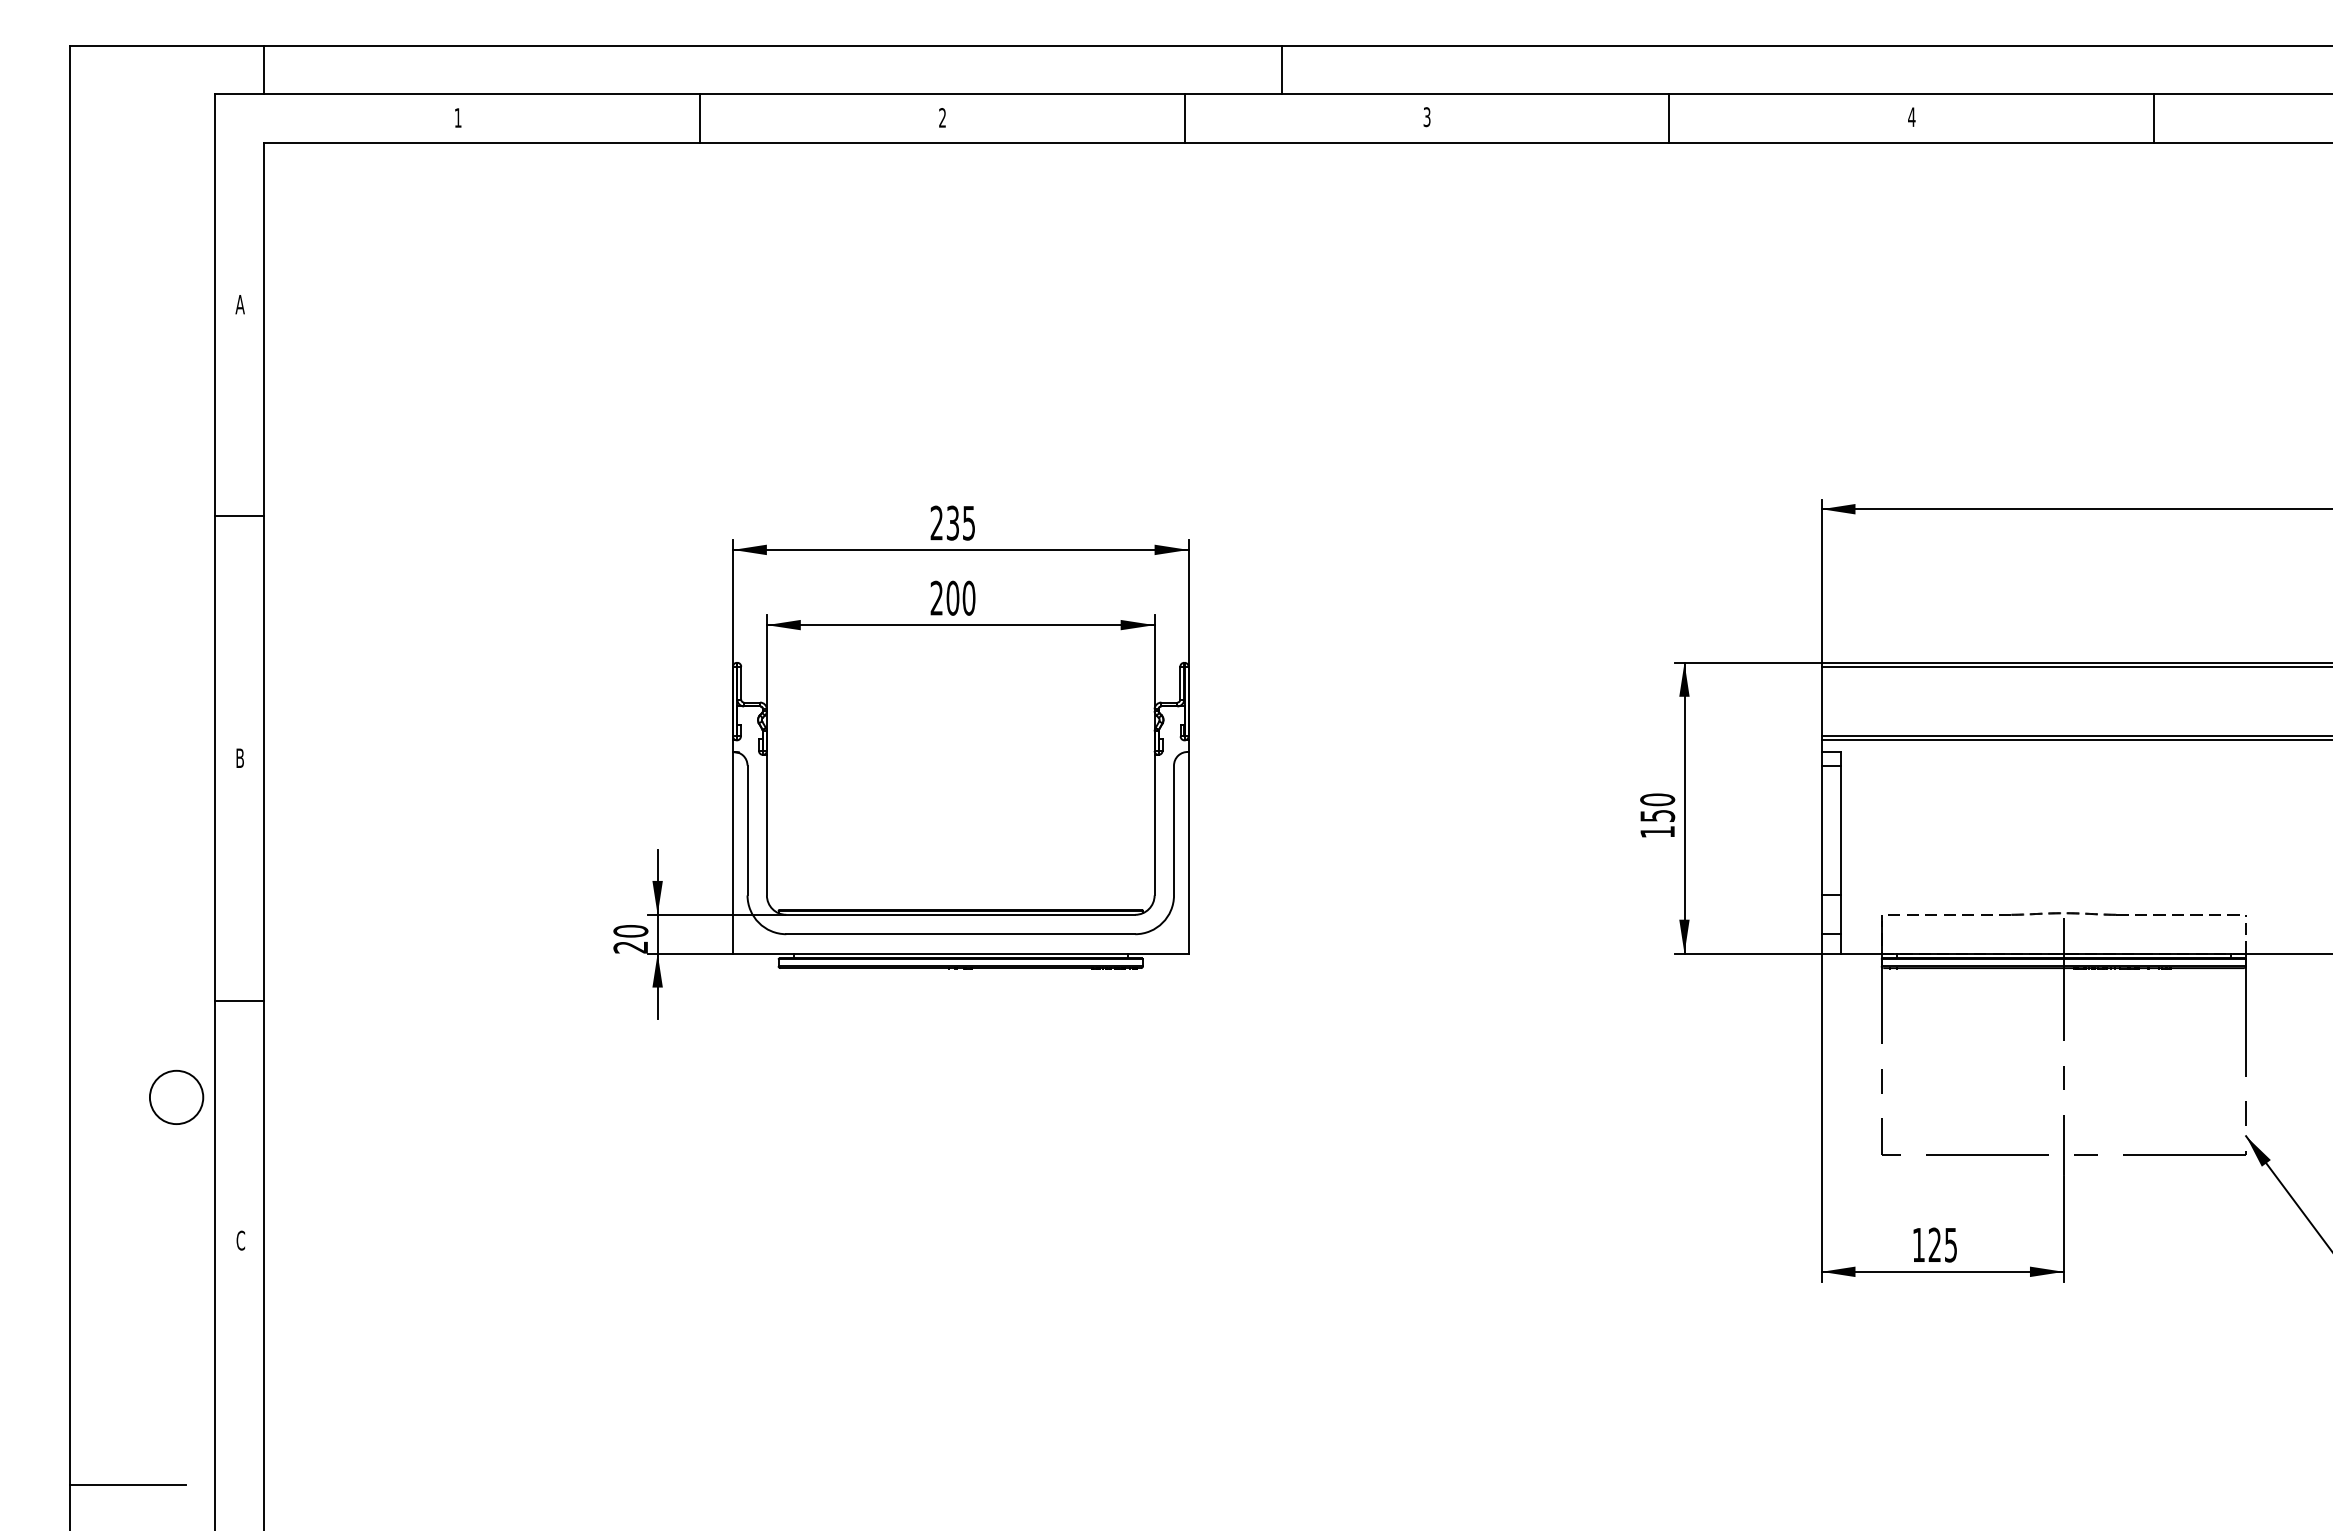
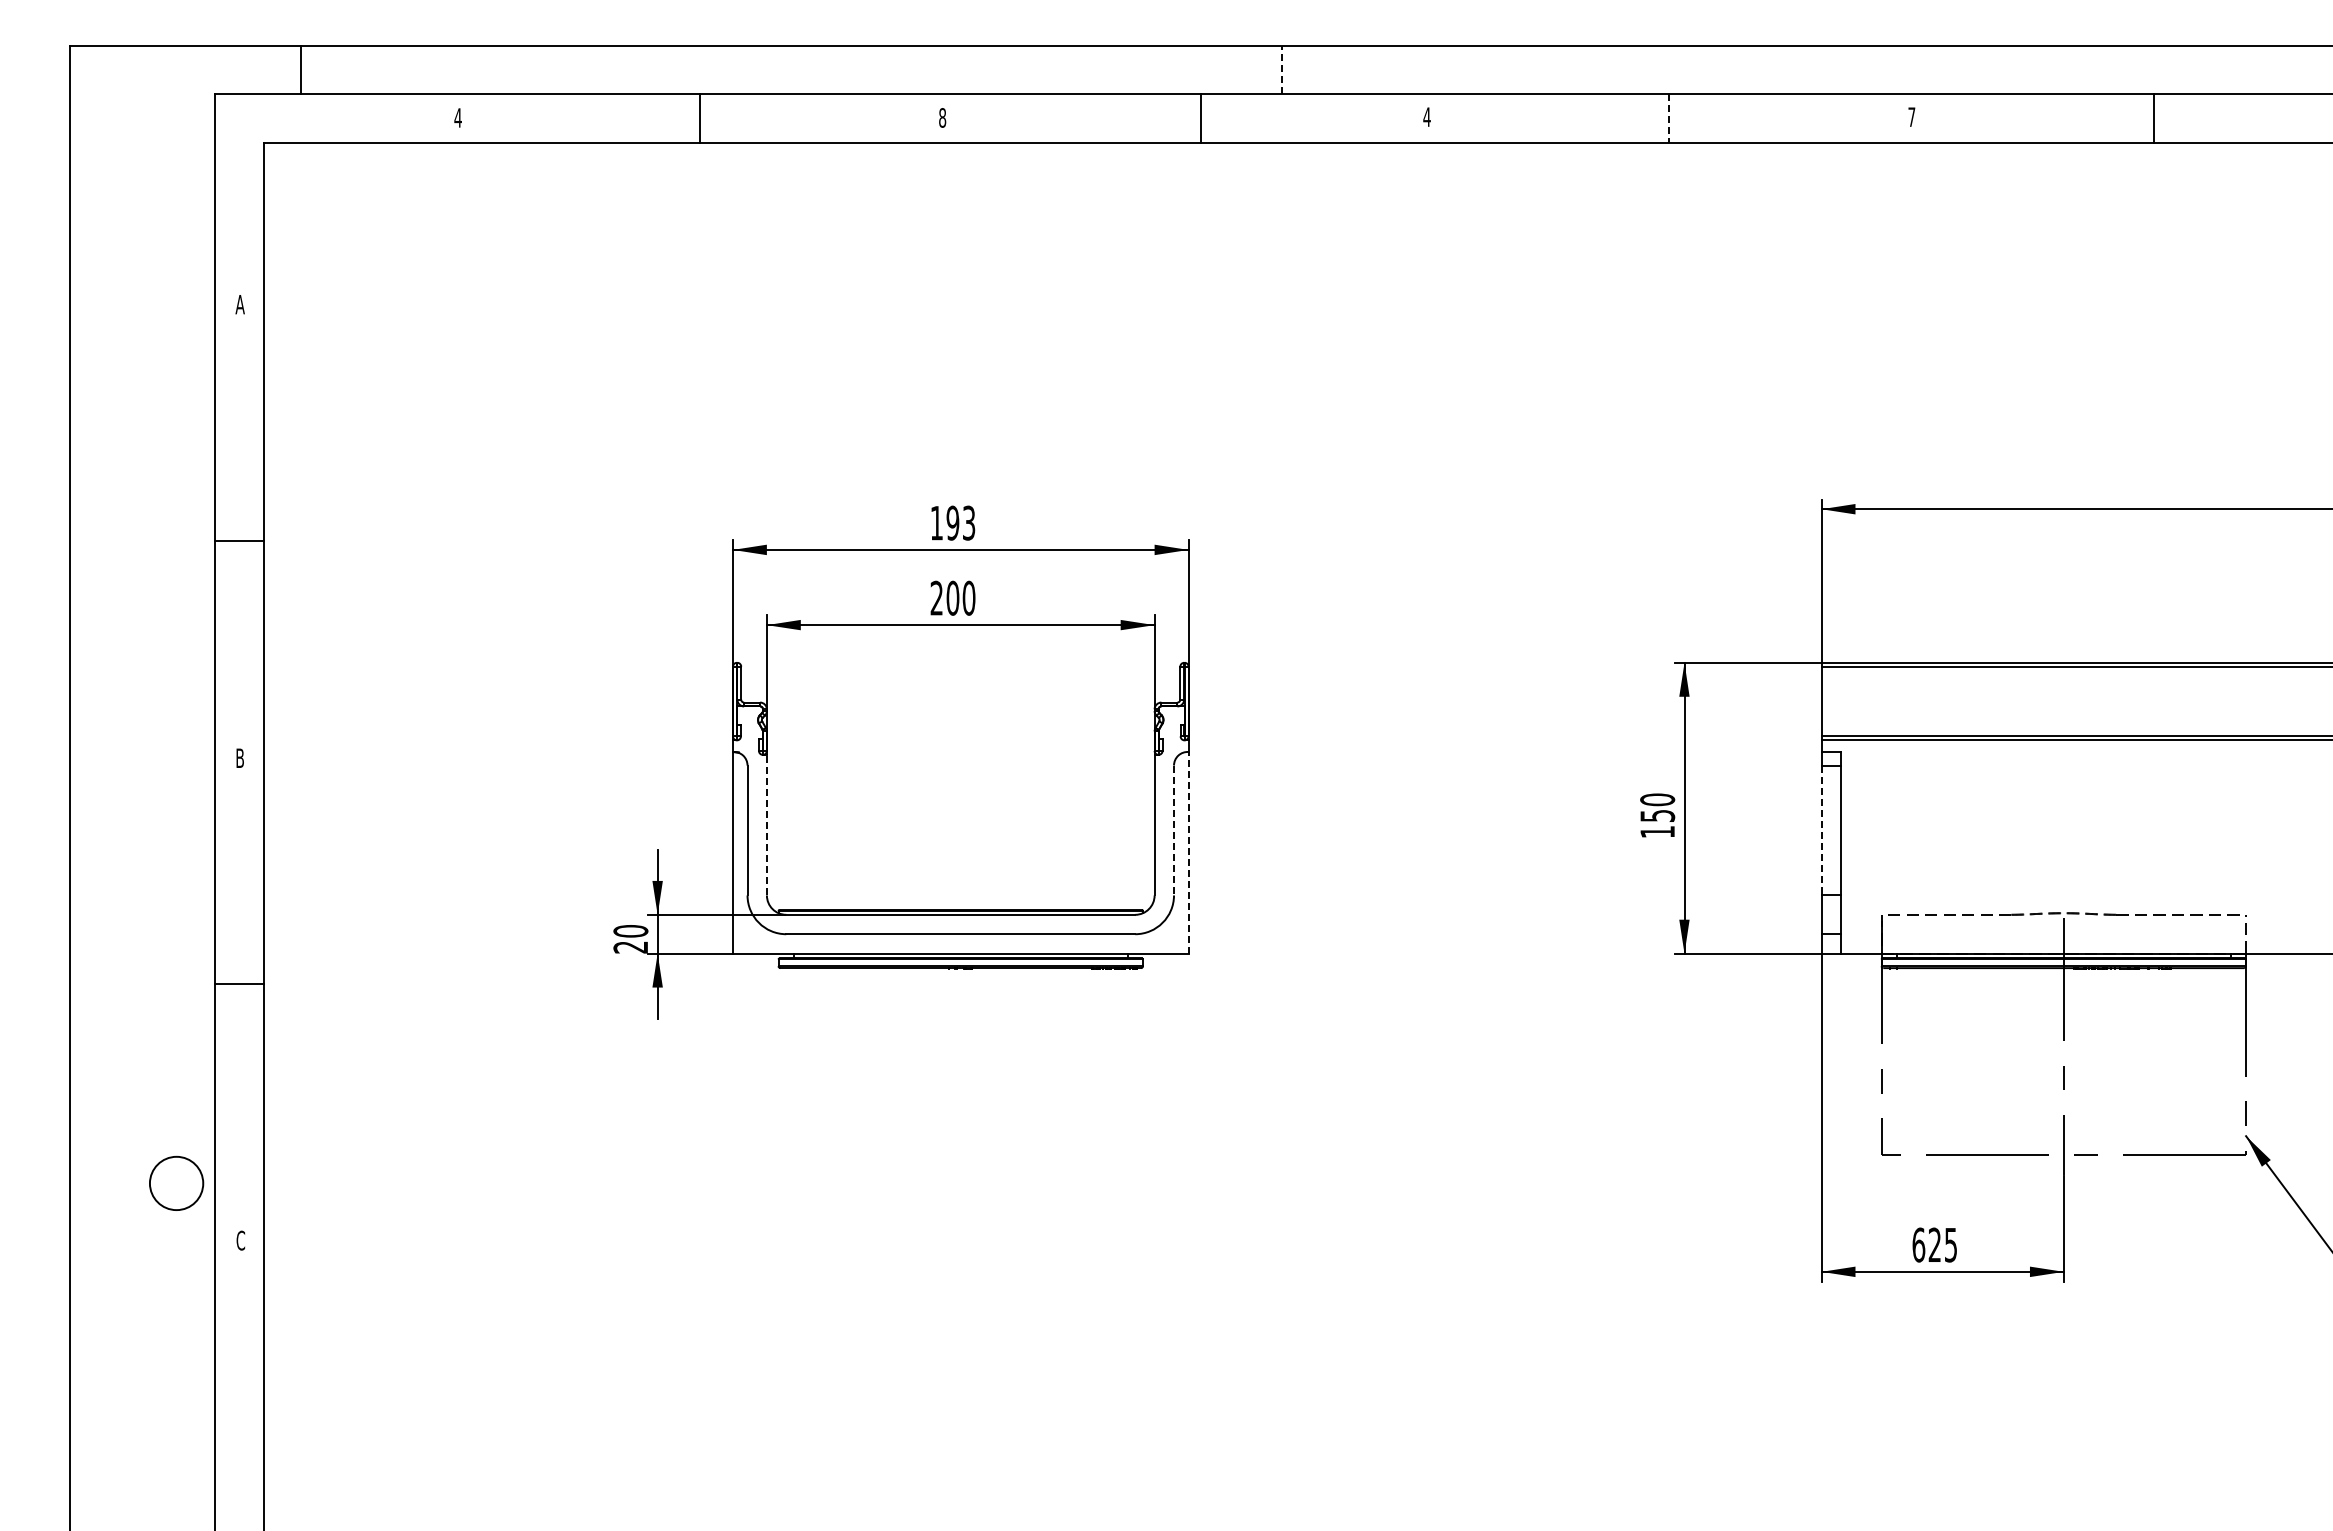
line at (263, 69) position: (263, 69) -> (300, 69)
line at (1281, 69): solid -> dashed
text at (1911, 116): 4 -> 7
text at (457, 117): 1 -> 4
text at (942, 117): 2 -> 8
text at (1426, 117): 3 -> 4
line at (1184, 118) position: (1184, 118) -> (1200, 118)
line at (1669, 119): solid -> dashed
line at (239, 515) position: (239, 515) -> (239, 540)
text at (952, 522): 235 -> 193
line at (766, 824): solid -> dashed
line at (1174, 830): solid -> dashed
line at (1821, 830): solid -> dashed
line at (1188, 852): solid -> dashed
line at (239, 1000) position: (239, 1000) -> (239, 983)
circle at (176, 1096) position: (176, 1096) -> (176, 1182)
text at (1918, 1244): 125 -> 625
line at (127, 1485): present -> none
